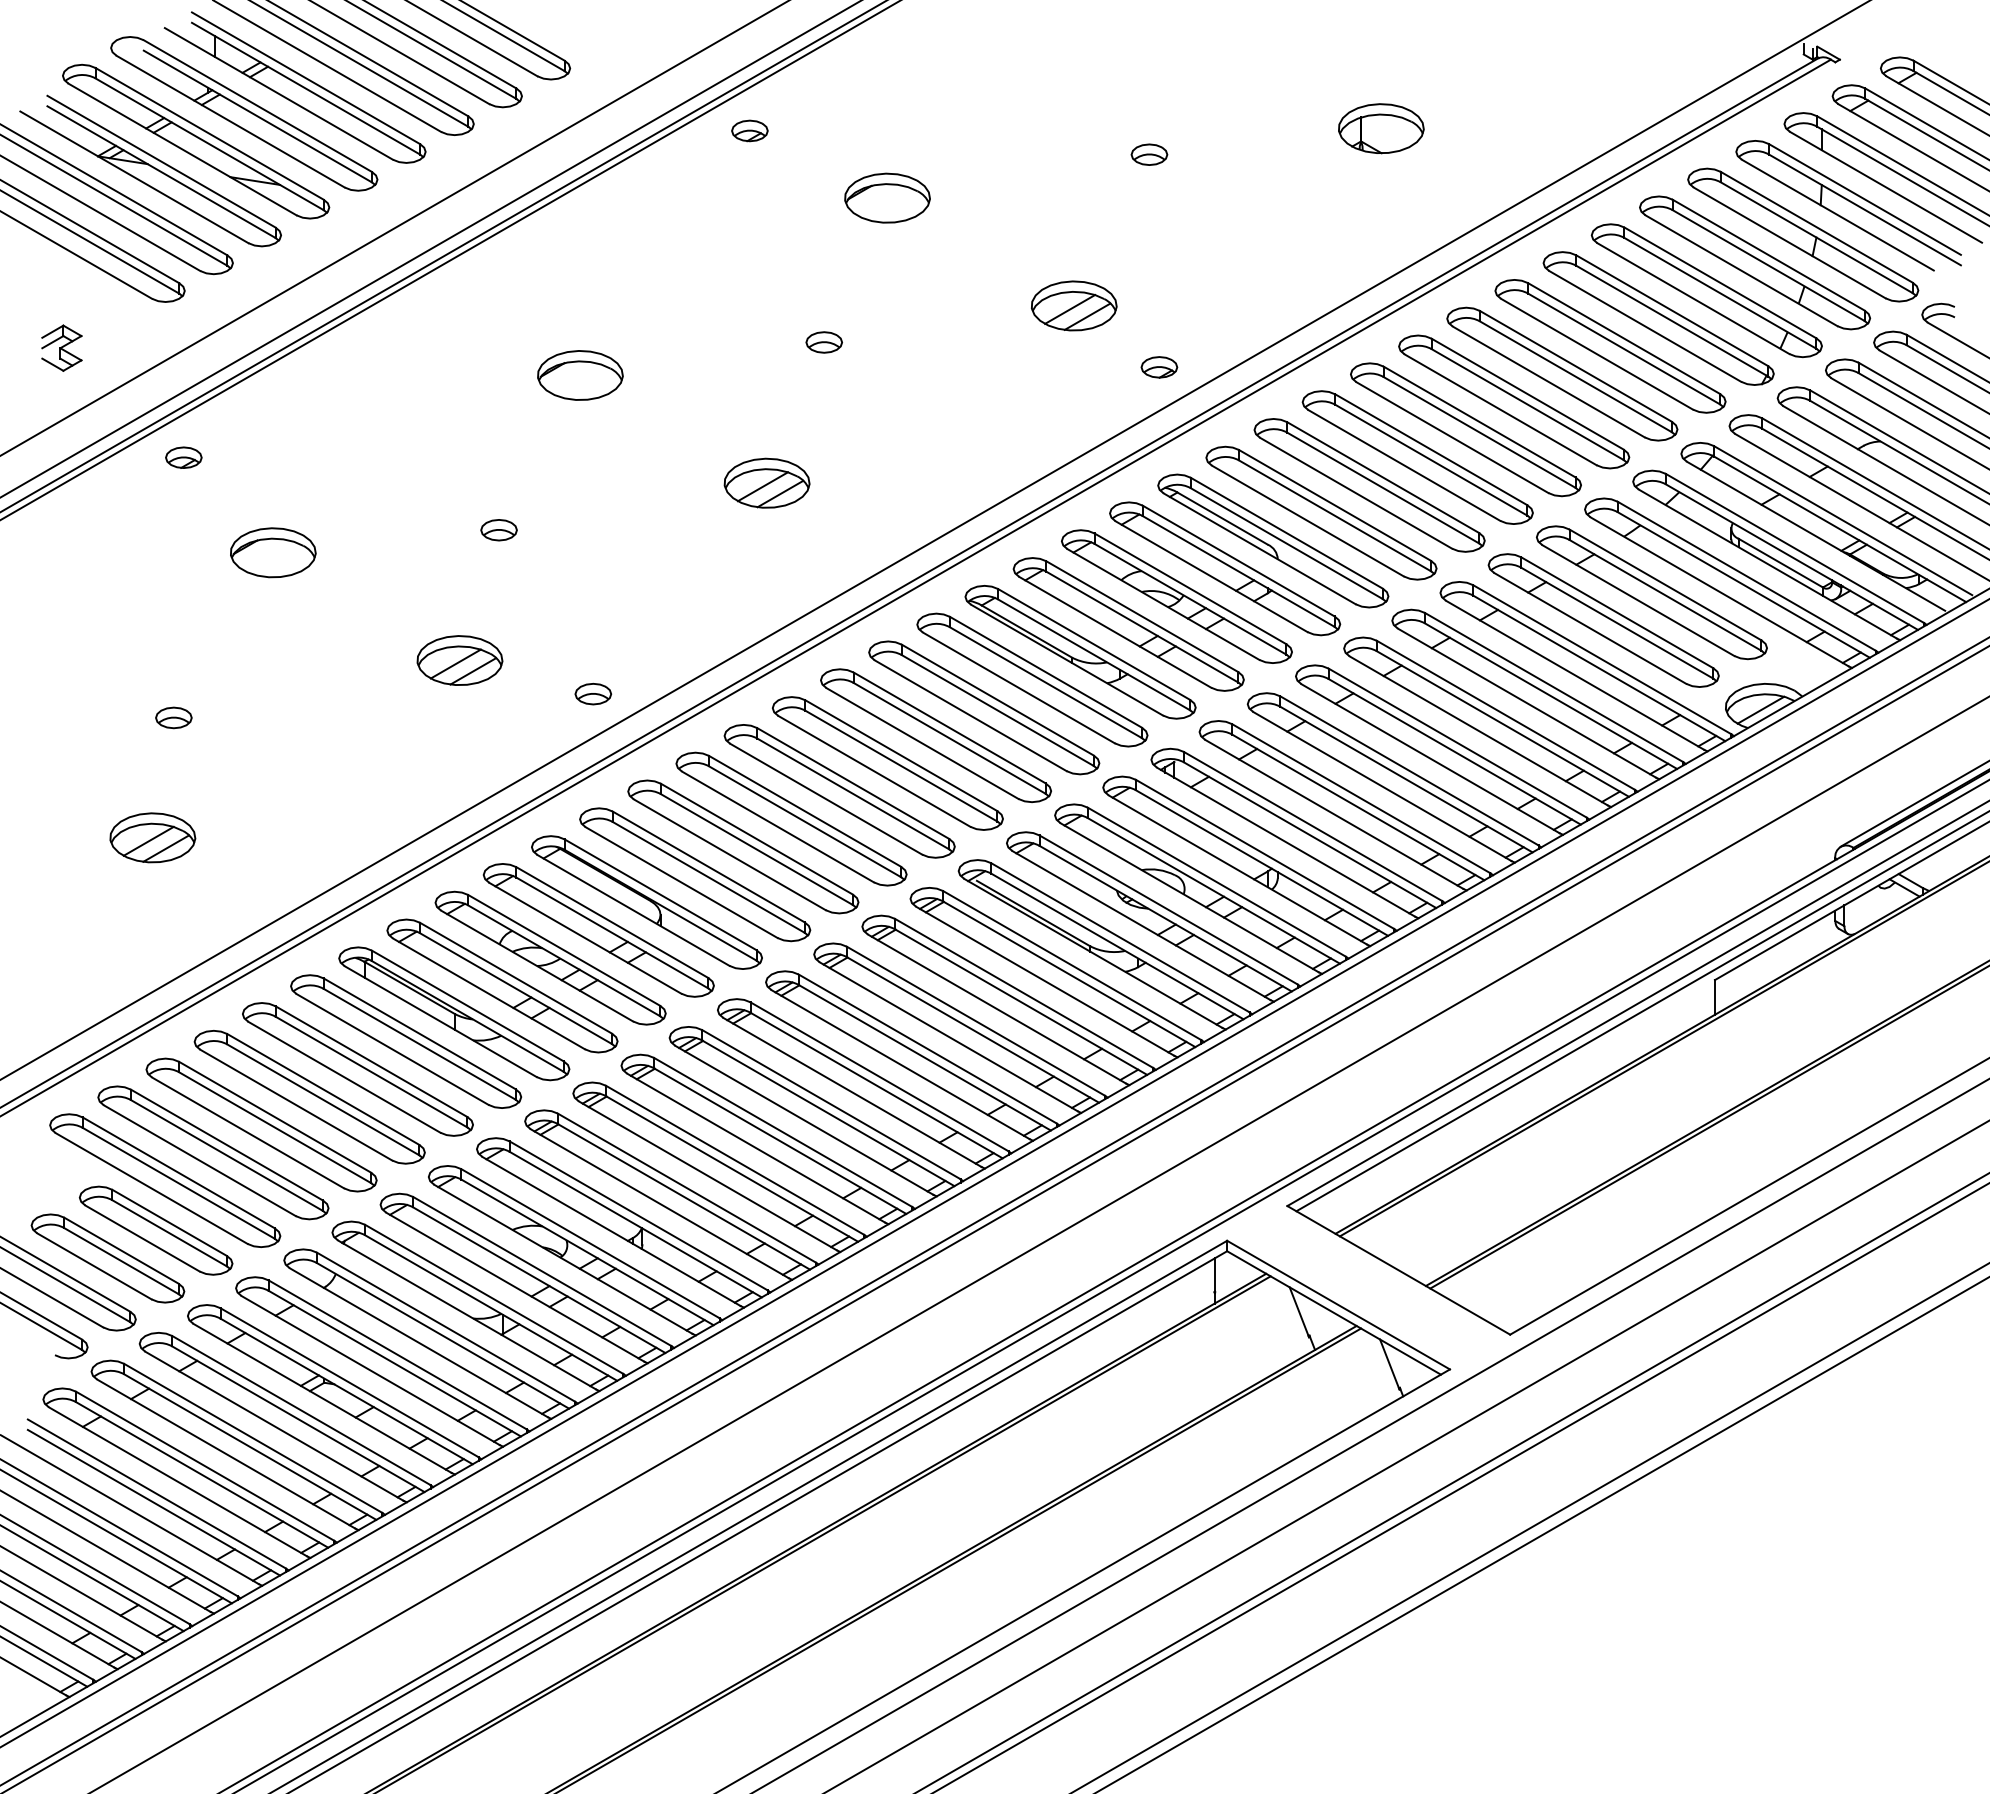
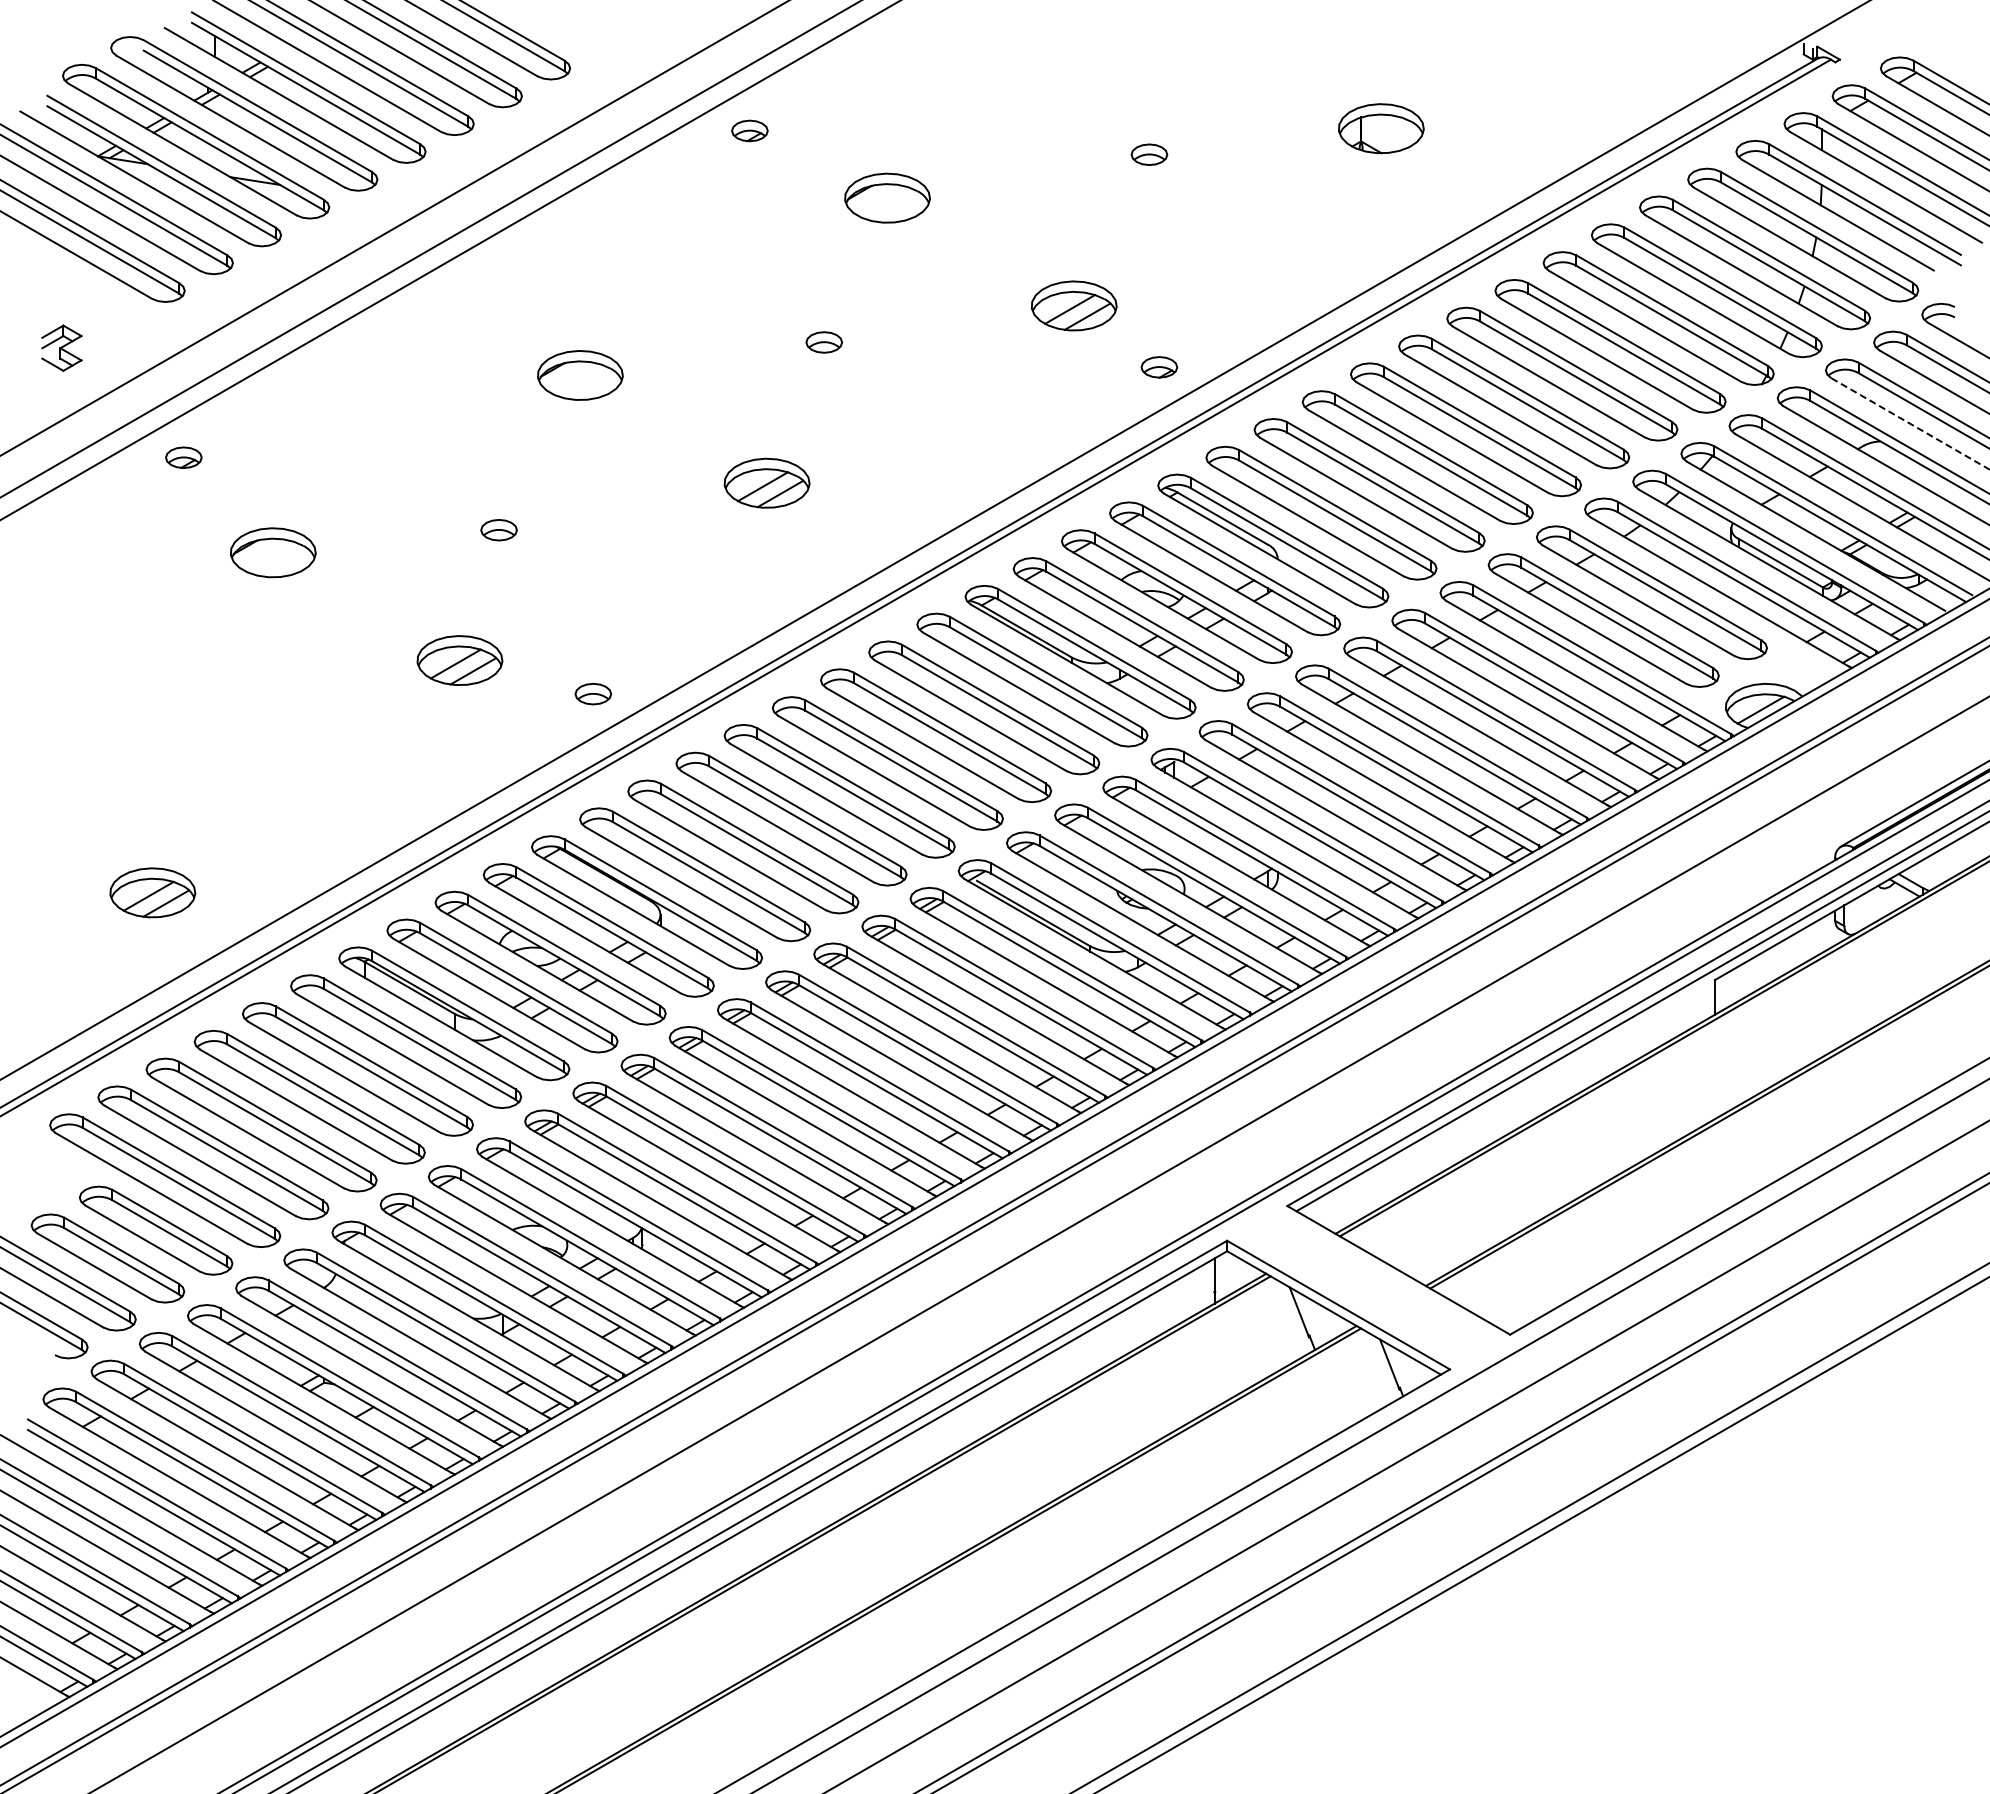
line at (442, 256): present -> none
line at (1910, 424): solid -> dashed
part at (173, 717): present -> none
part at (152, 837) position: (152, 837) -> (152, 892)
